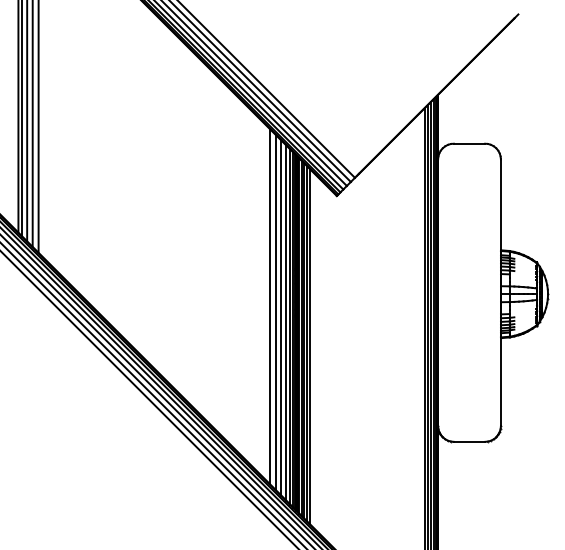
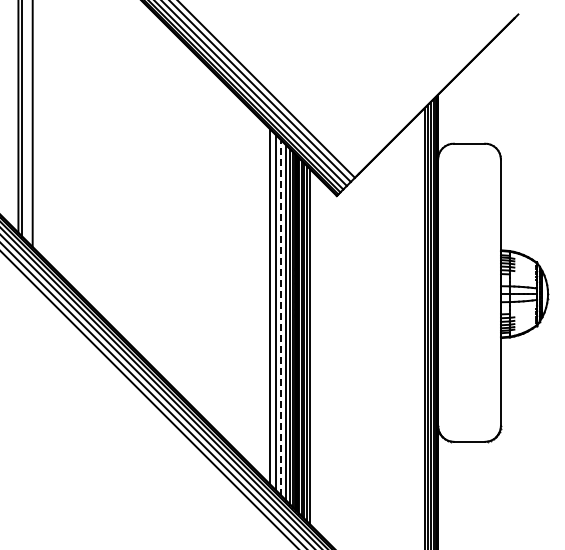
line at (27, 121): present -> none
line at (38, 127): present -> none
line at (281, 318): solid -> dashed
